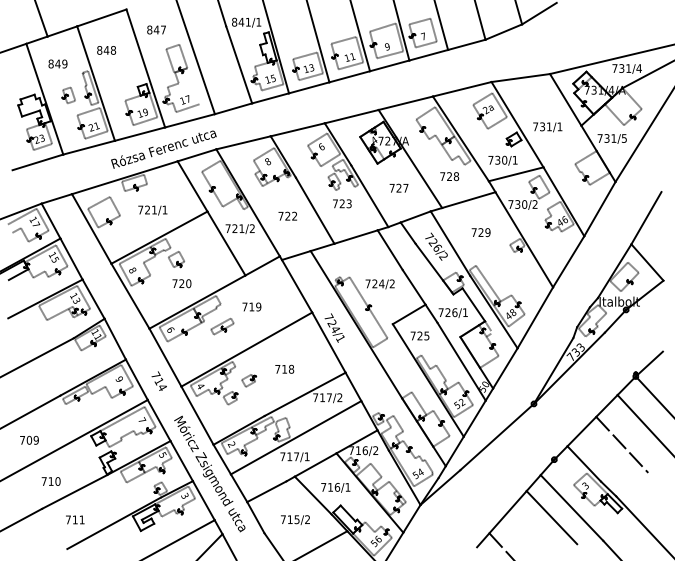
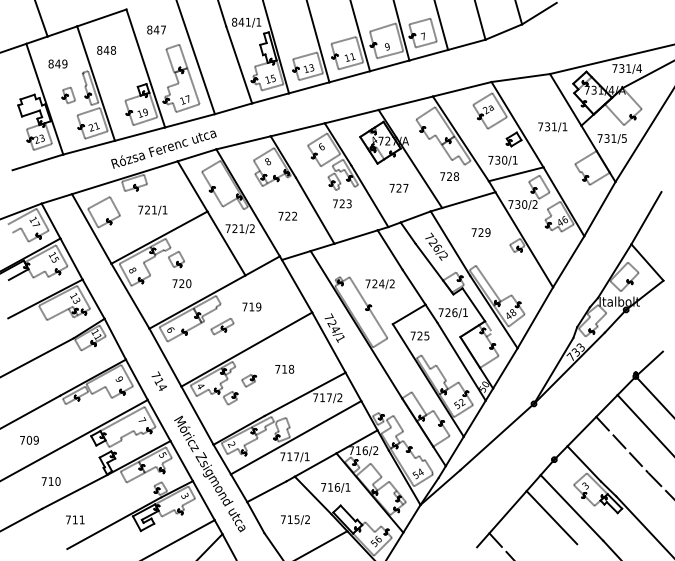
line at (193, 86): none -> present
text at (547, 127) position: (547, 127) -> (552, 127)
line at (659, 484): none -> present
